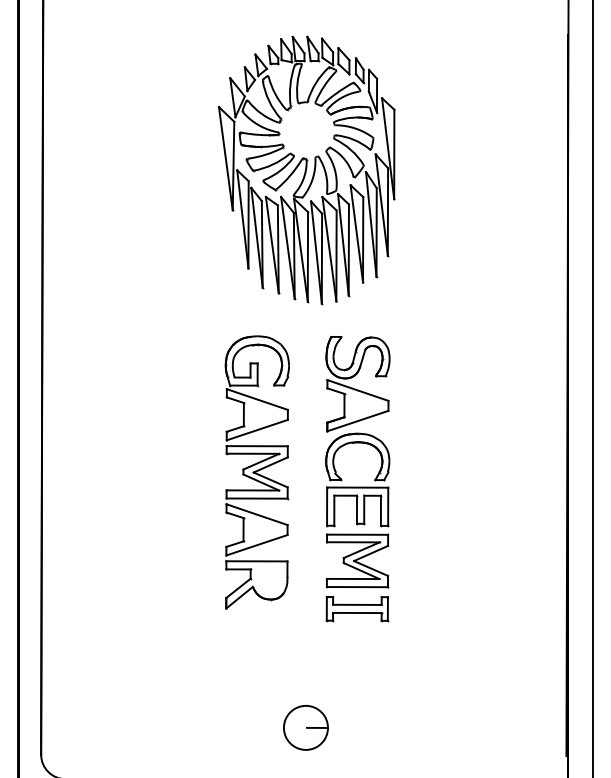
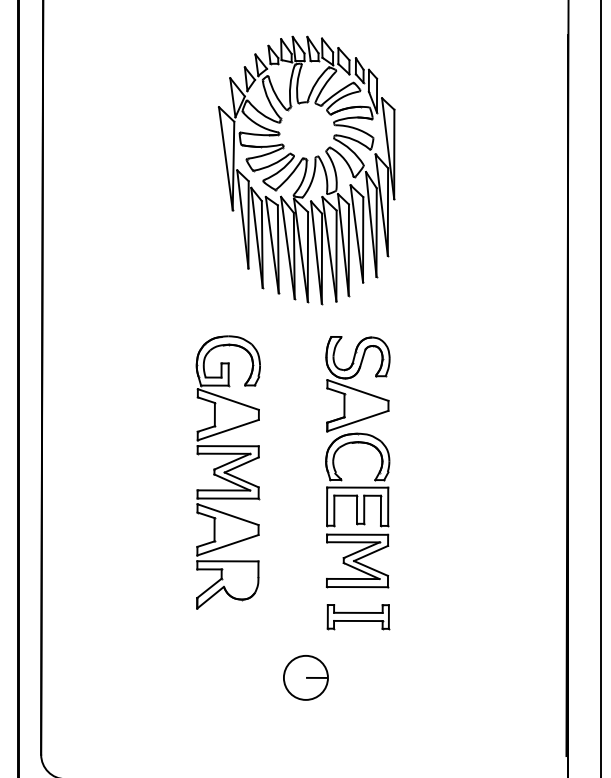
line at (592, 388) position: (592, 388) -> (600, 388)
part at (256, 472) position: (256, 472) -> (227, 472)
part at (357, 609) position: (357, 609) -> (358, 617)
part at (305, 727) position: (305, 727) -> (305, 677)
